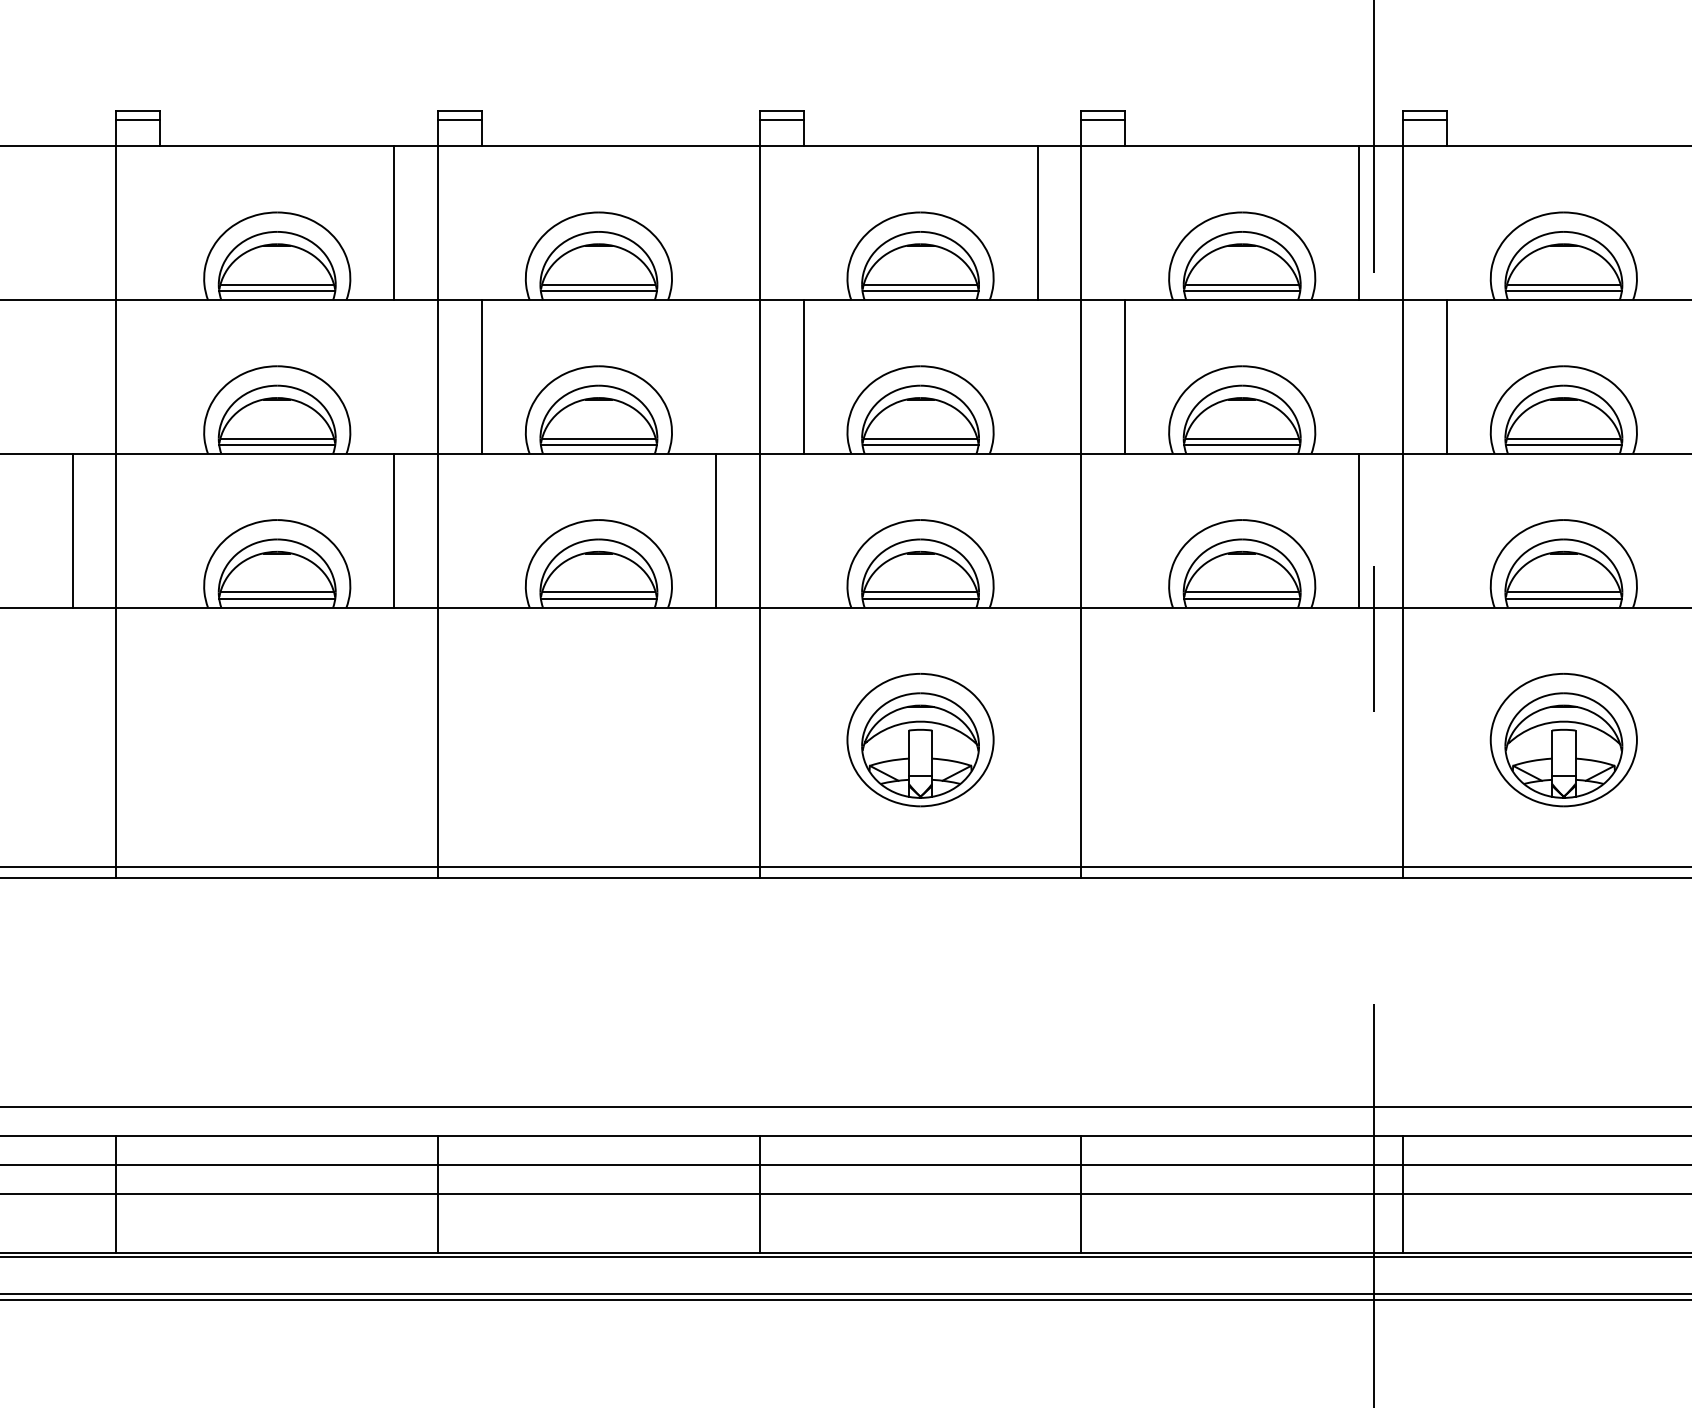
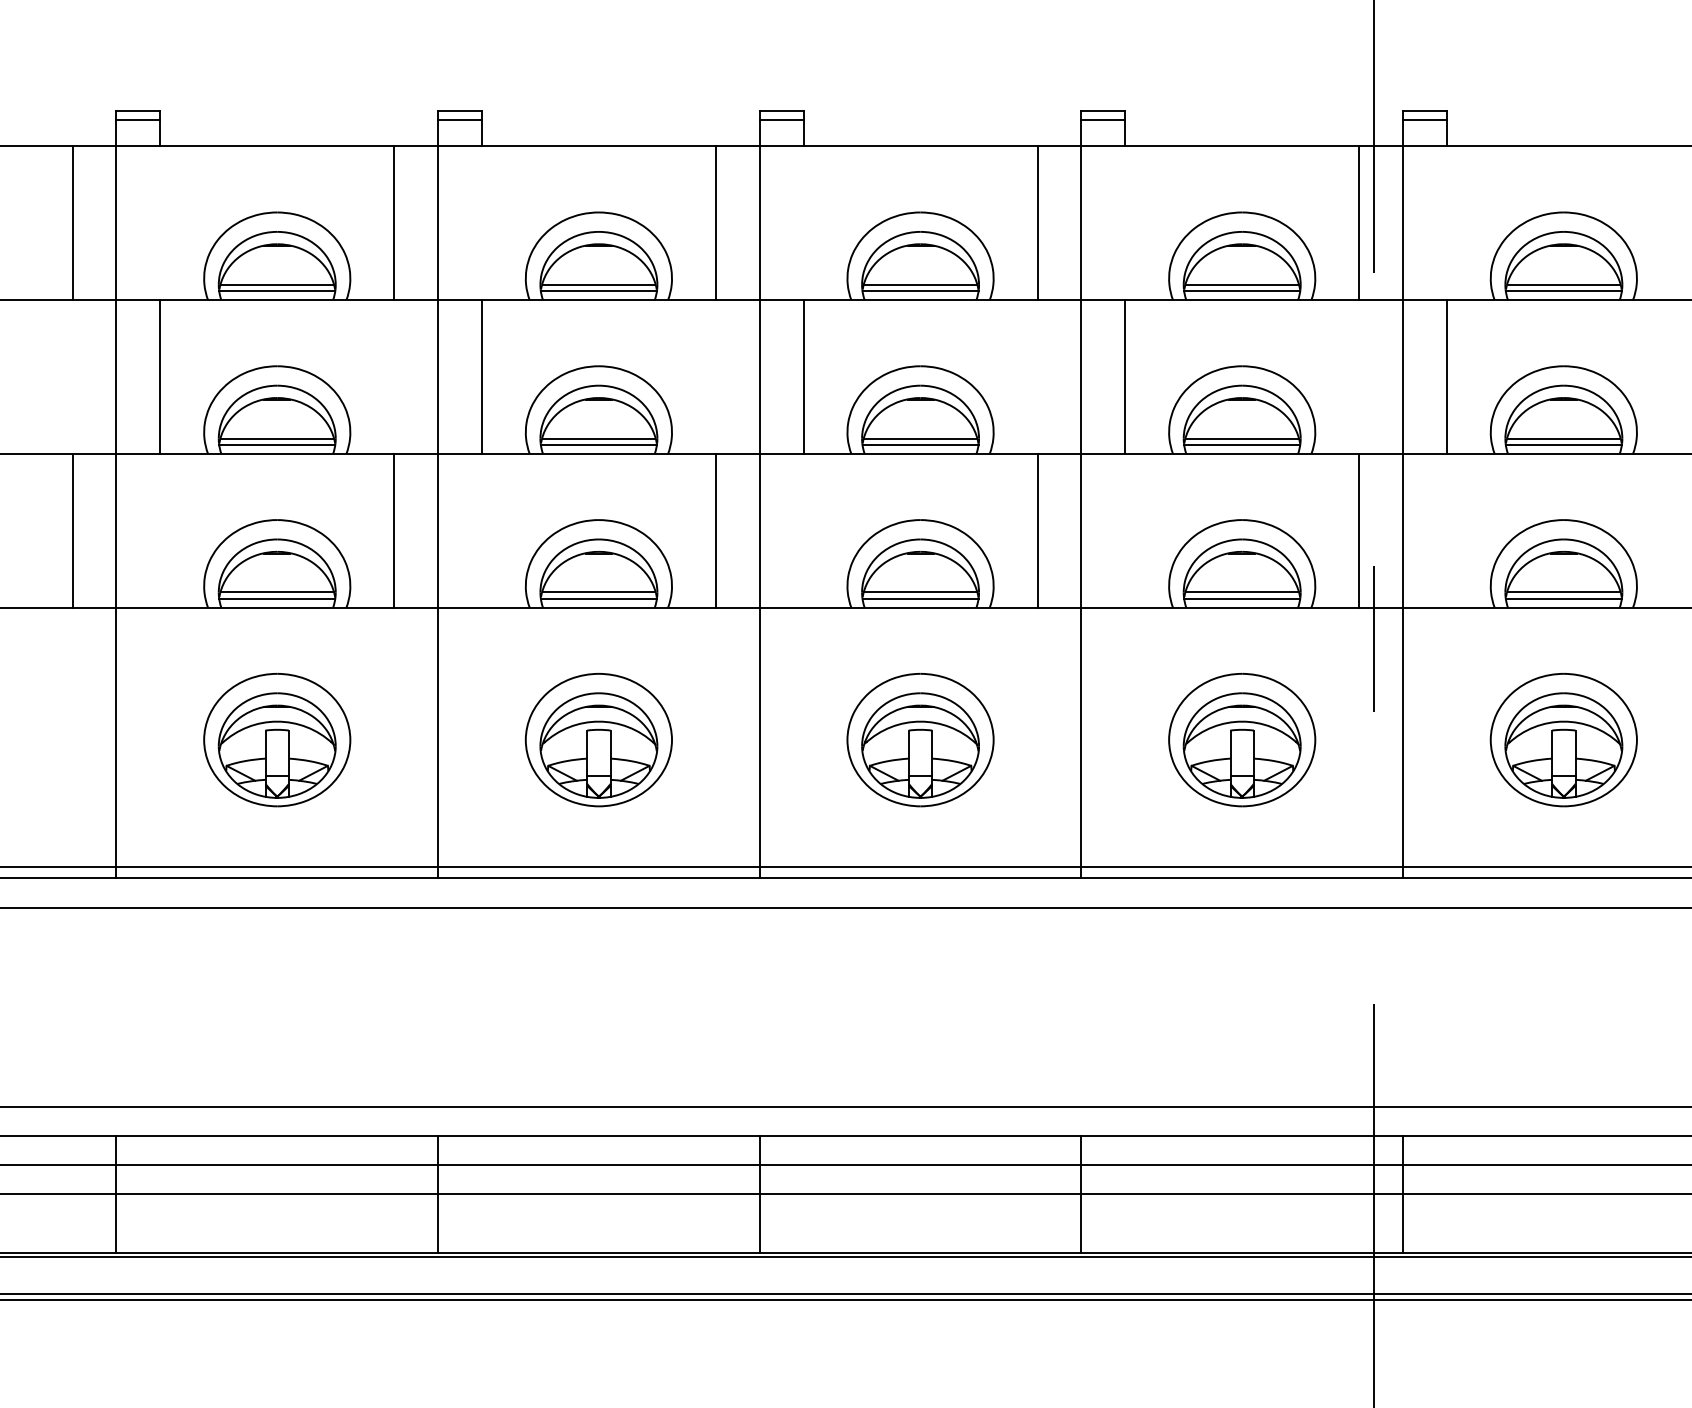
line at (72, 222): none -> present
line at (715, 222): none -> present
line at (160, 376): none -> present
line at (1037, 530): none -> present
part at (277, 740): none -> present
part at (598, 740): none -> present
part at (1242, 740): none -> present
line at (845, 907): none -> present
